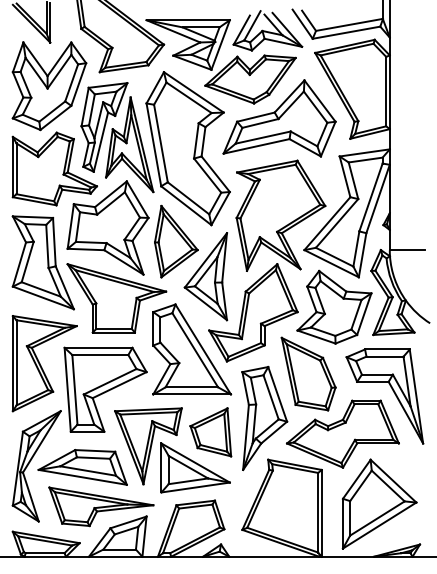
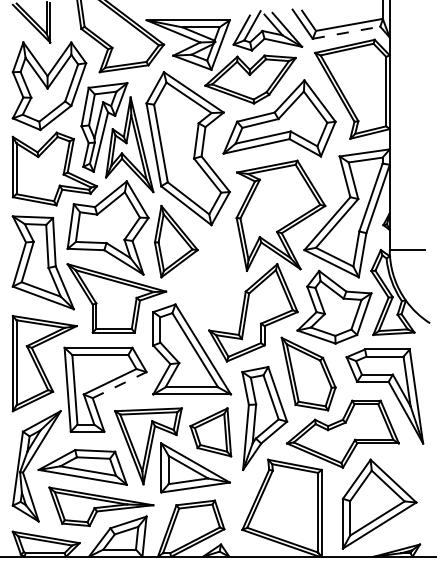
line at (347, 32): solid -> dashed
part at (205, 276): present -> none
line at (119, 385): solid -> dashed
